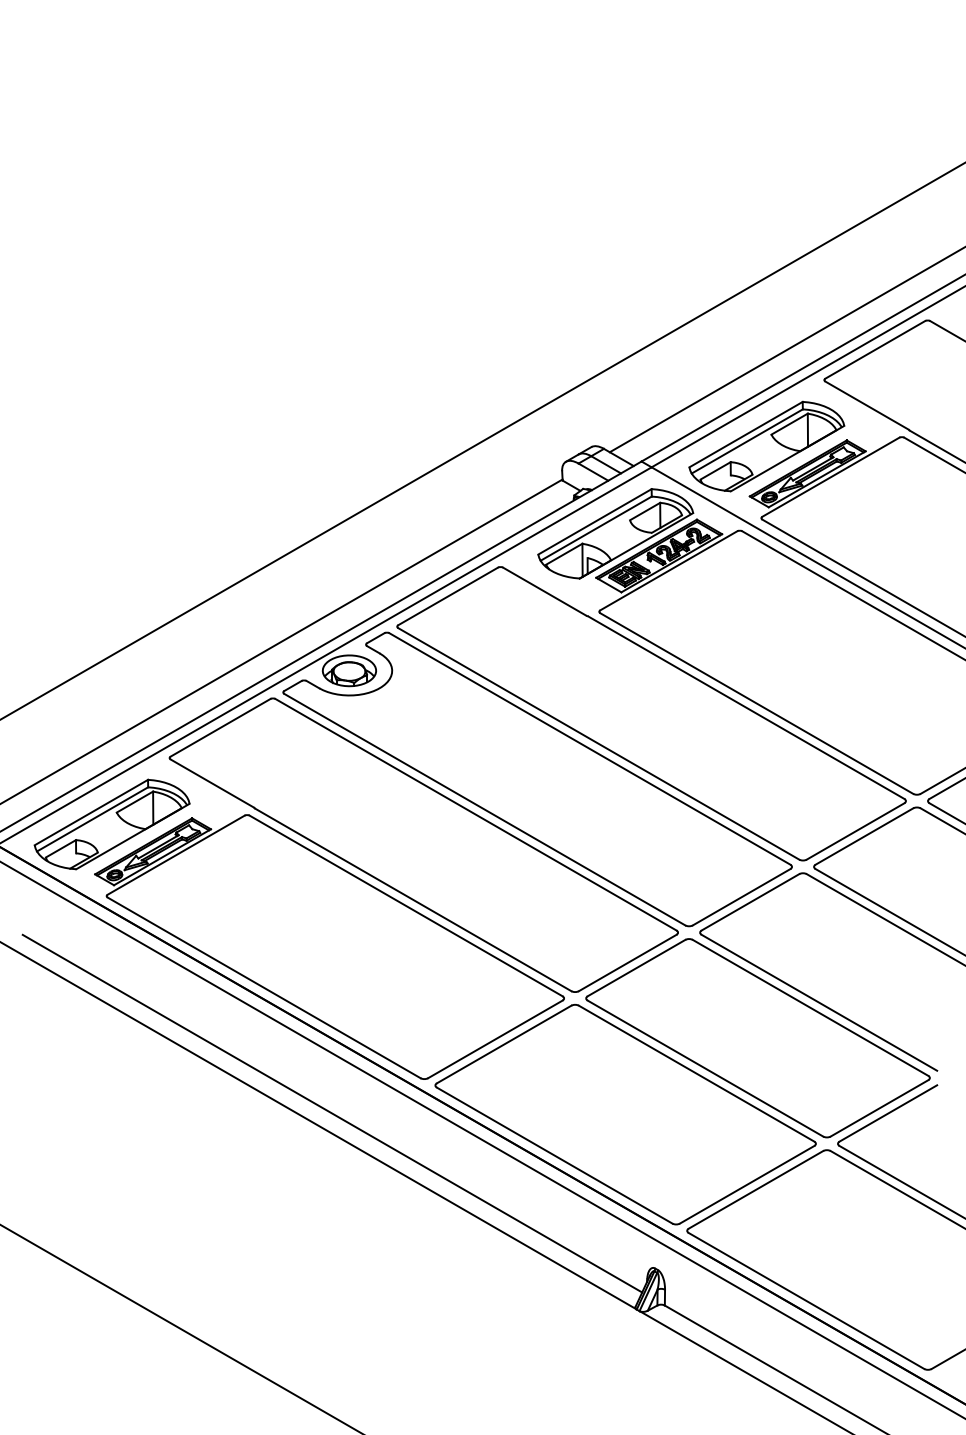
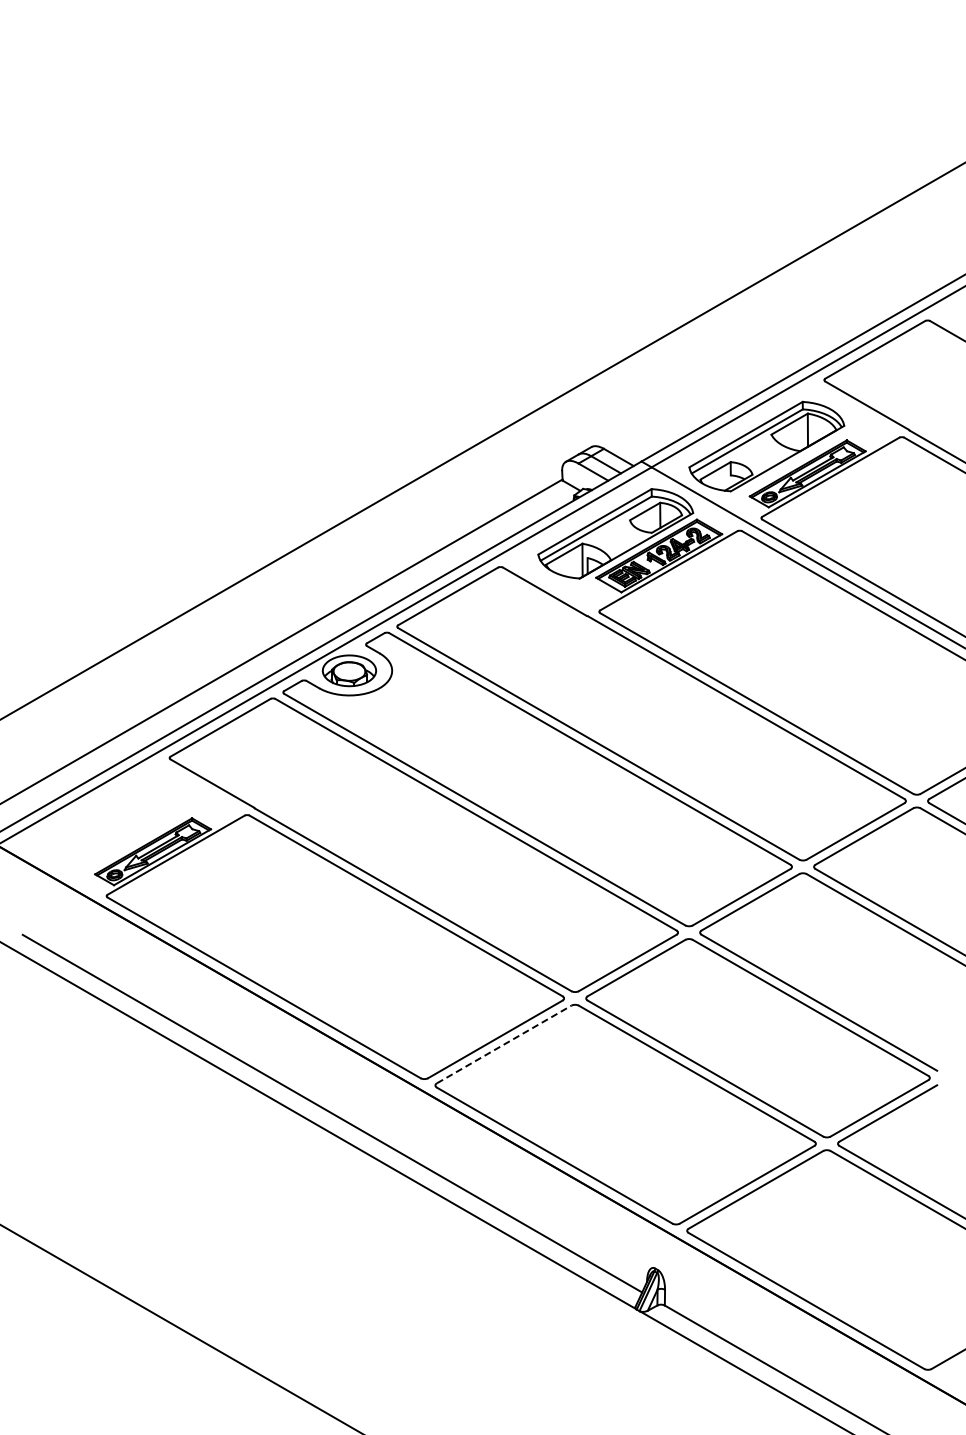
line at (785, 350): present -> none
part at (111, 824): present -> none
line at (504, 1044): solid -> dashed
line at (482, 1140): present -> none
